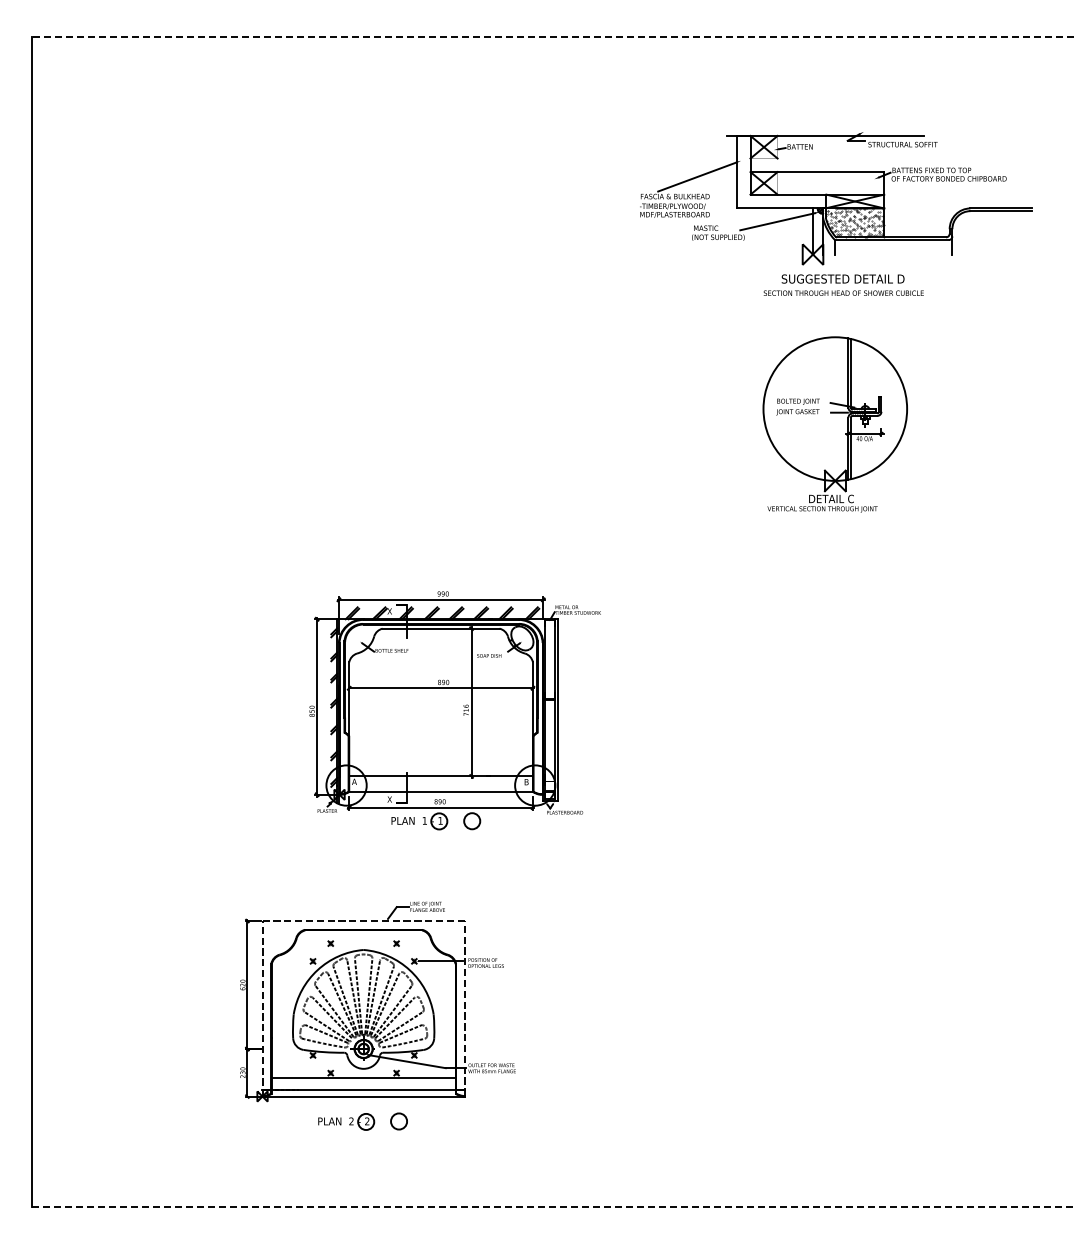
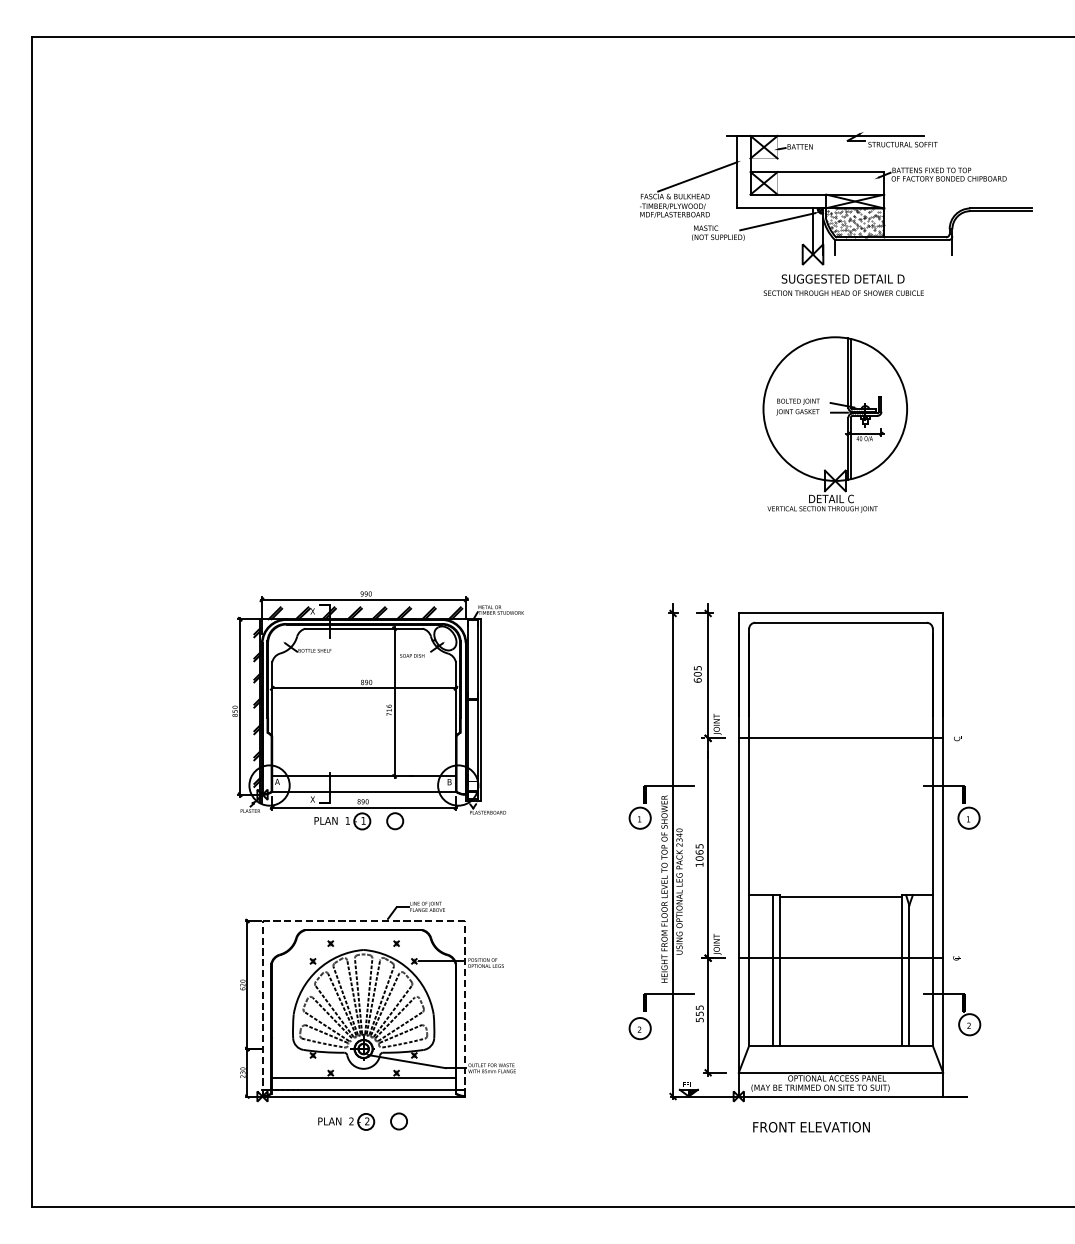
line at (553, 37): dashed -> solid
part at (454, 710) position: (454, 710) -> (377, 710)
part at (804, 867): none -> present
line at (554, 1206): dashed -> solid
